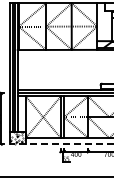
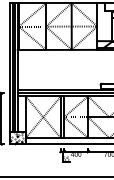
line at (61, 144): dashed -> solid
